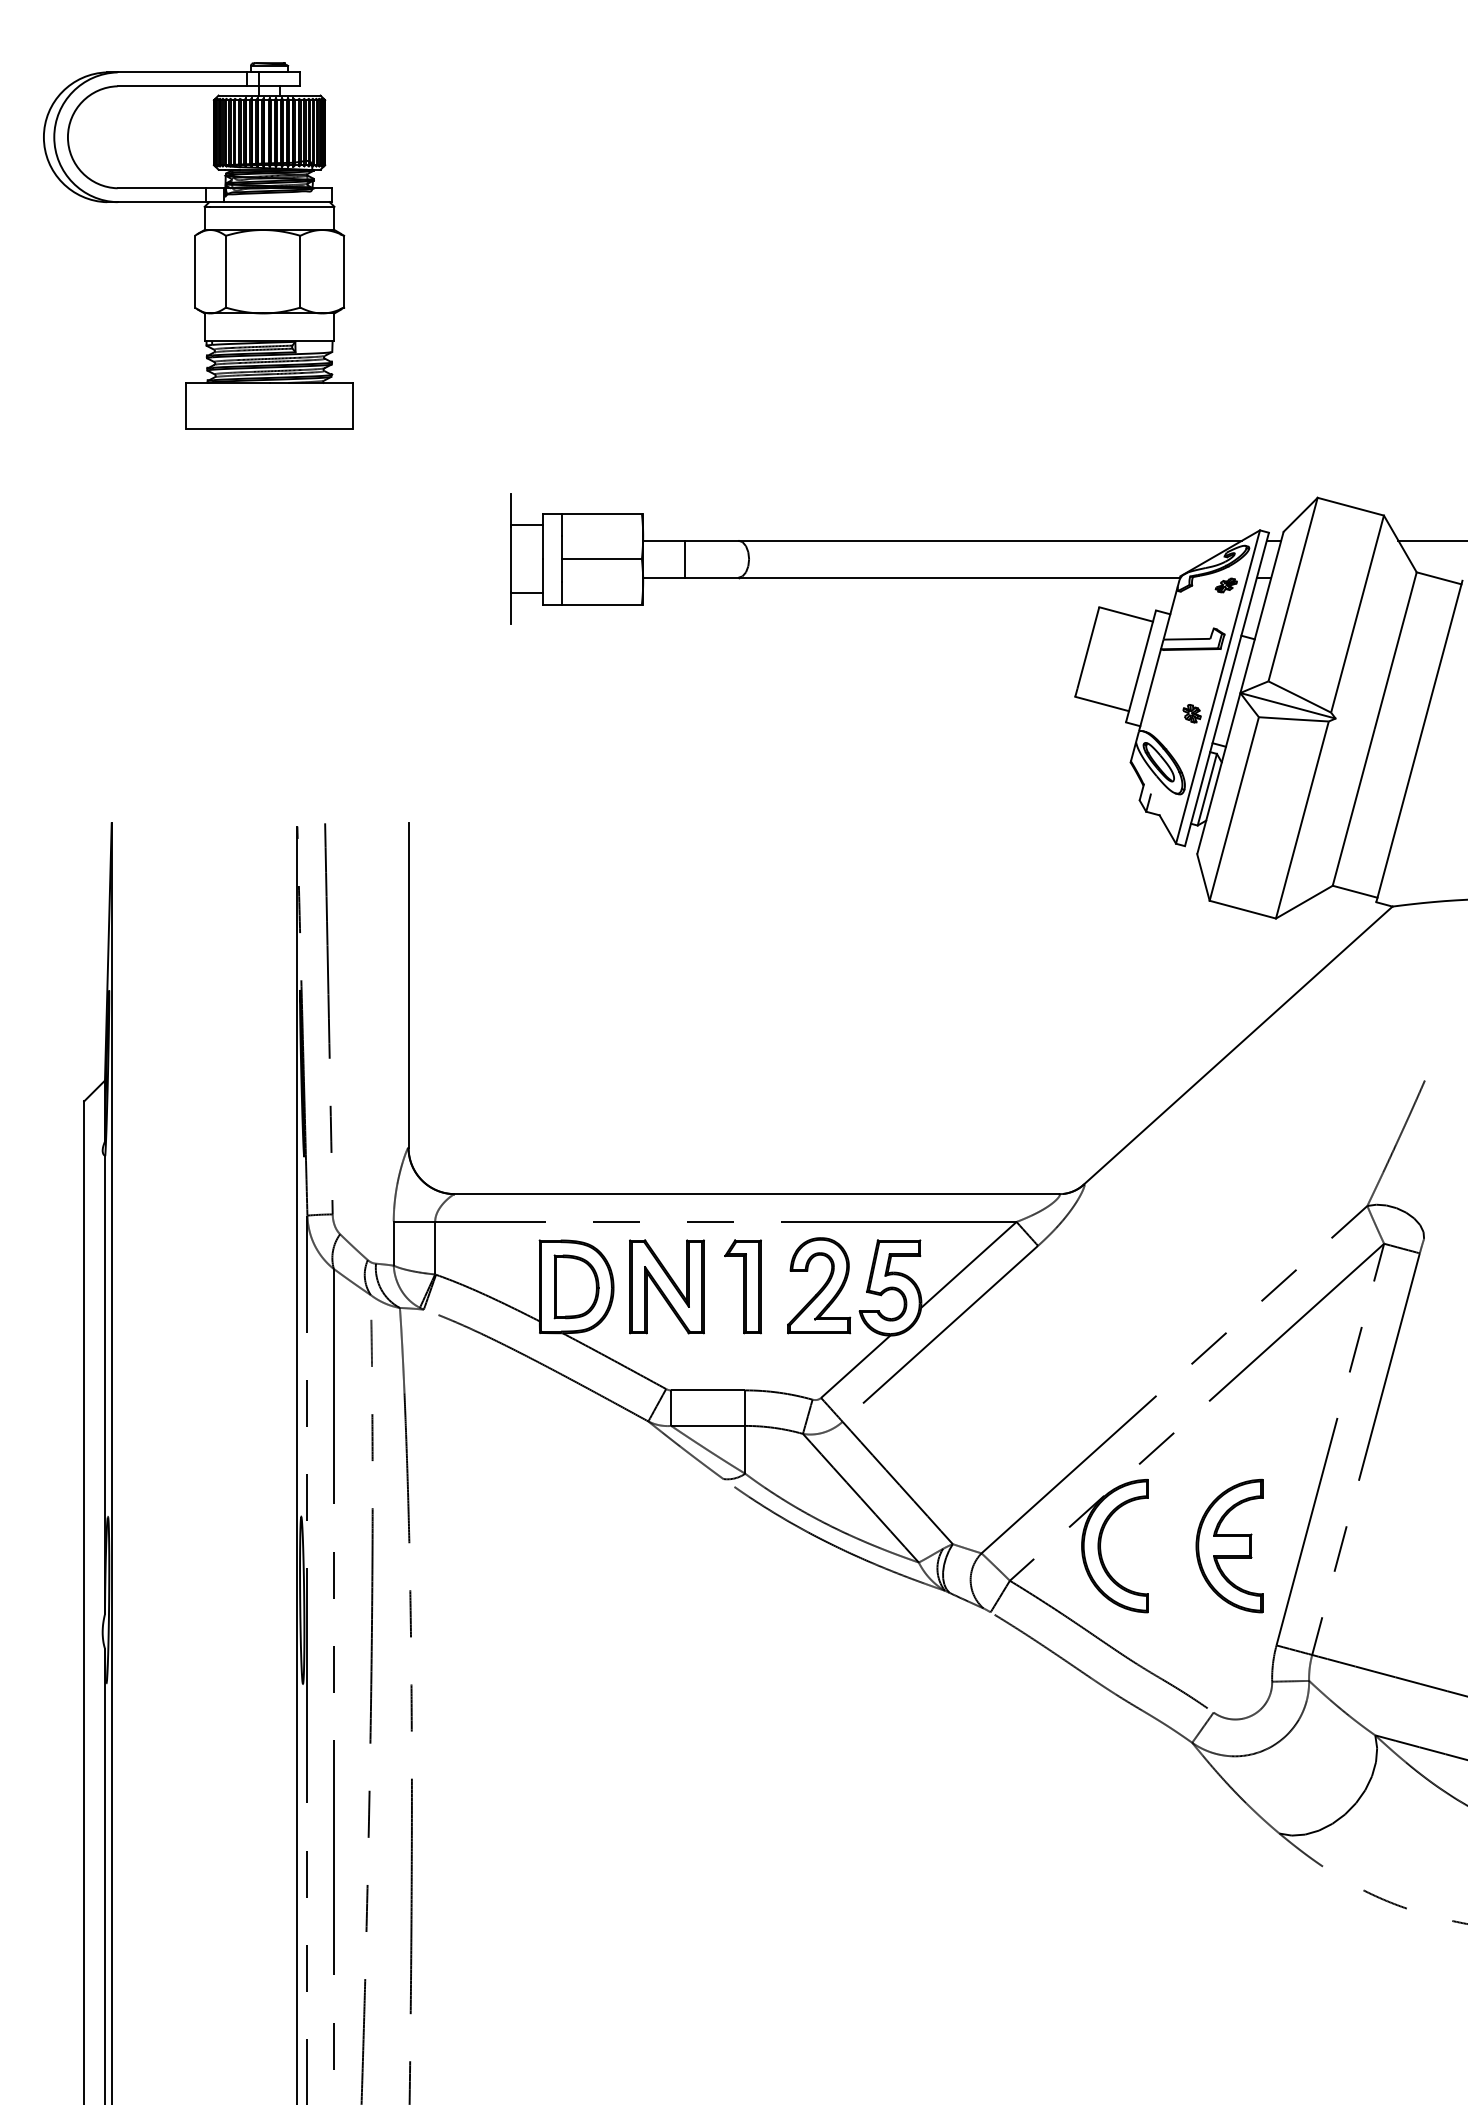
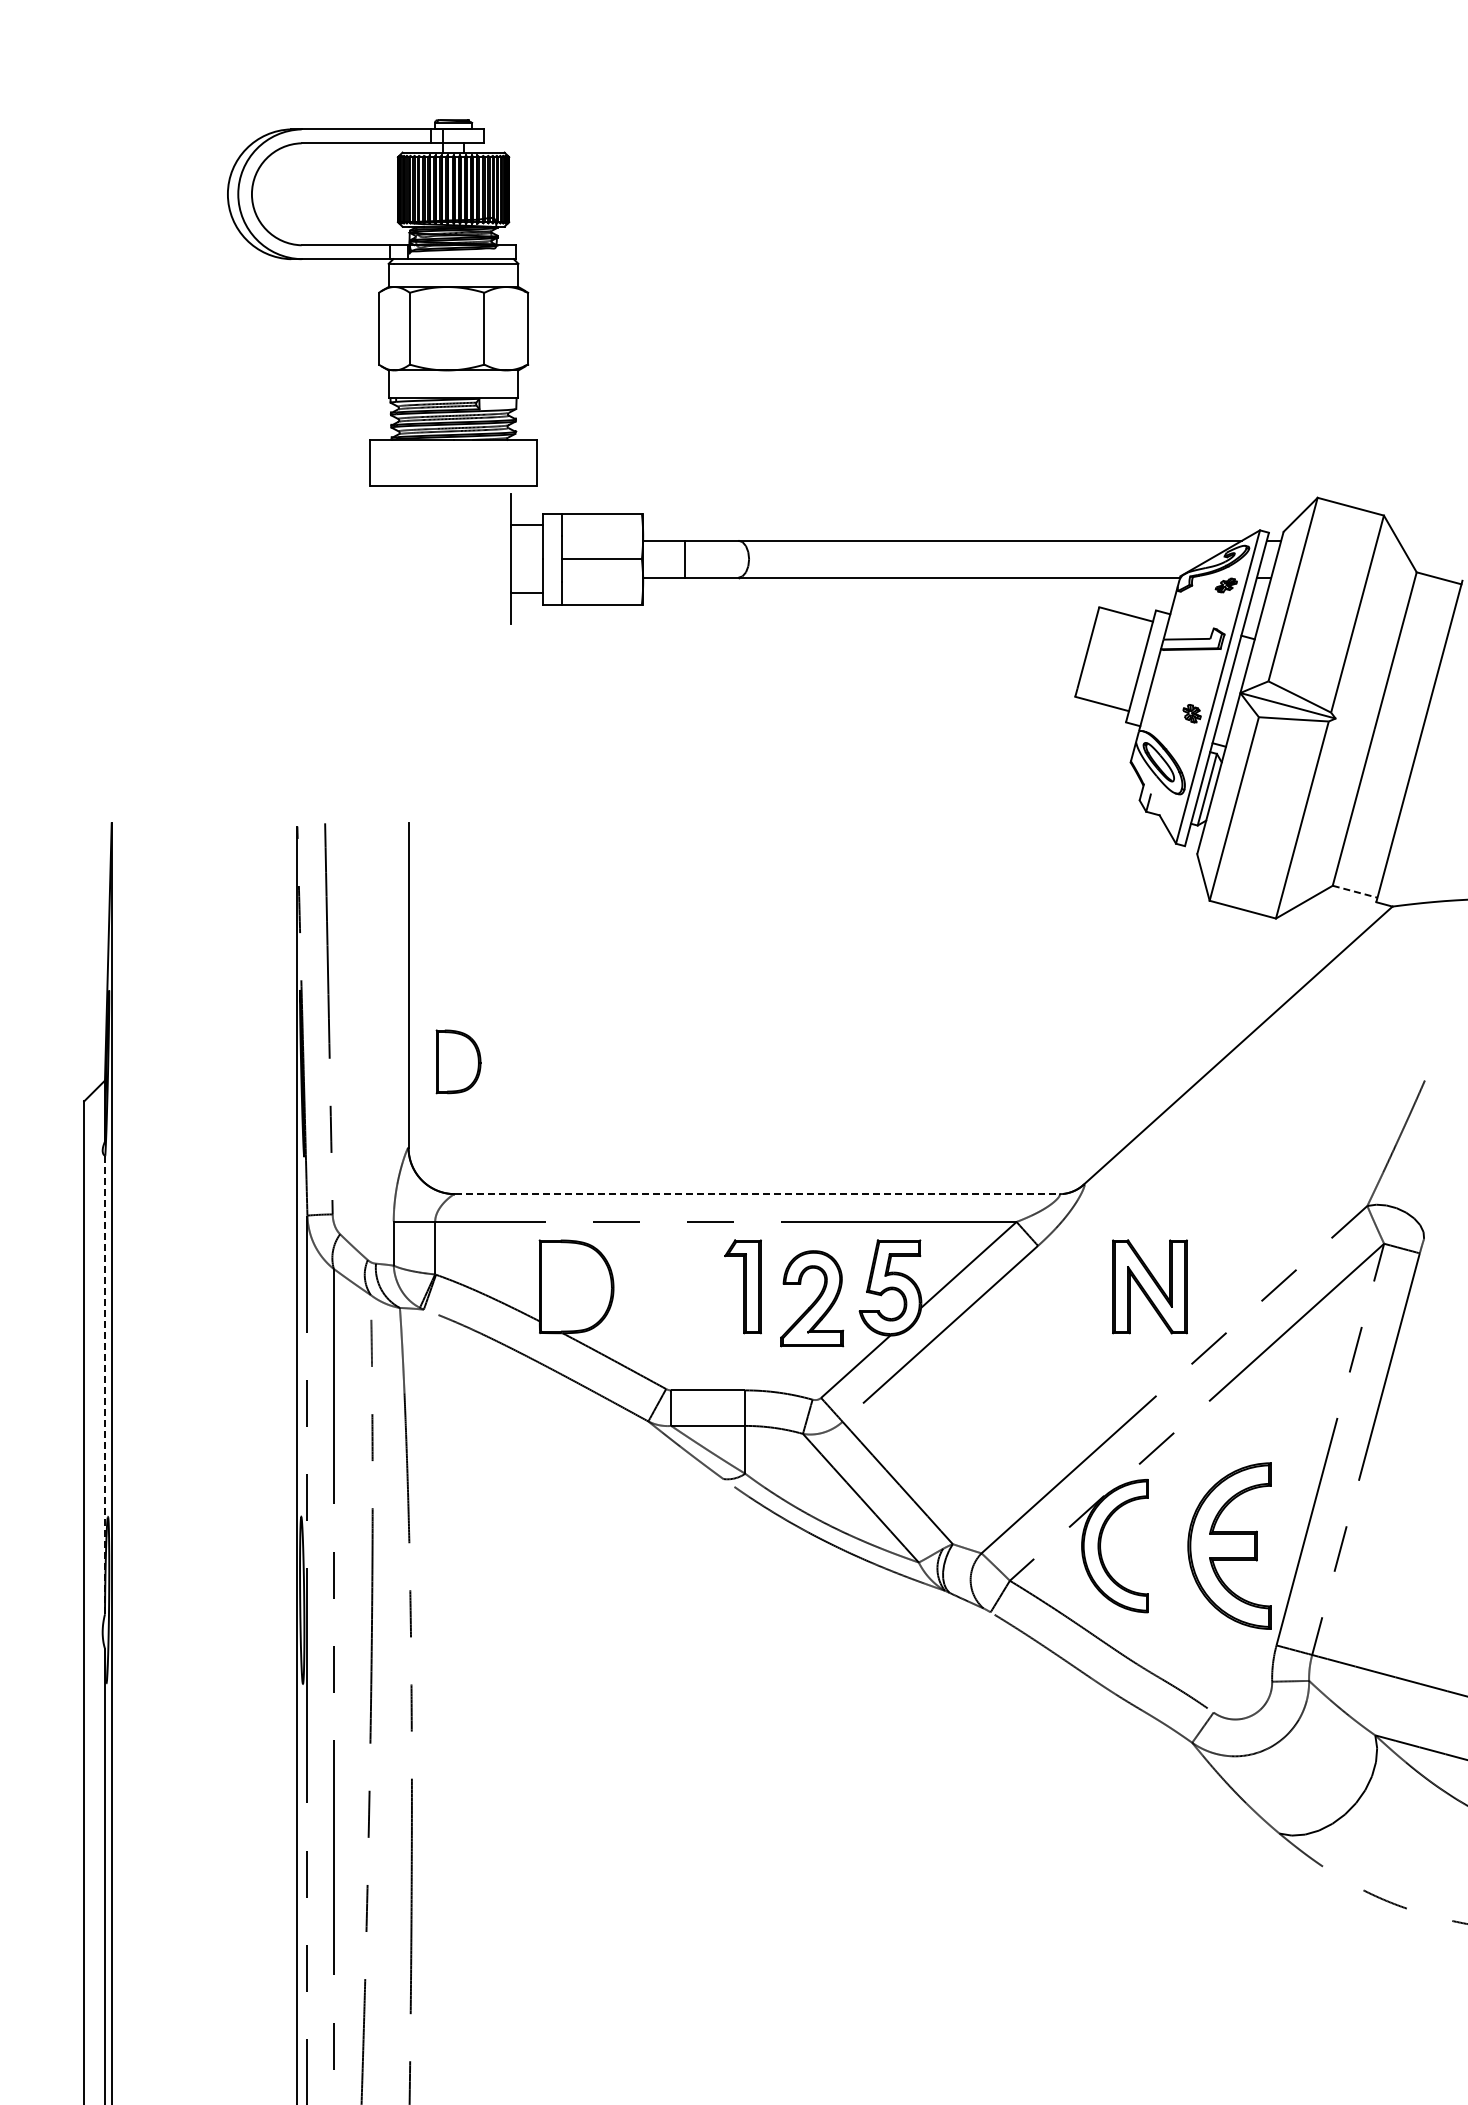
part at (198, 245) position: (198, 245) -> (382, 302)
line at (1431, 540): present -> none
line at (1355, 891): solid -> dashed
line at (757, 1194): solid -> dashed
part at (819, 1285) position: (819, 1285) -> (812, 1298)
part at (576, 1286) position: (576, 1286) -> (458, 1061)
part at (666, 1286) position: (666, 1286) -> (1149, 1286)
line at (104, 1385): solid -> dashed
part at (1229, 1545) size: 69x136 px -> 85x168 px
